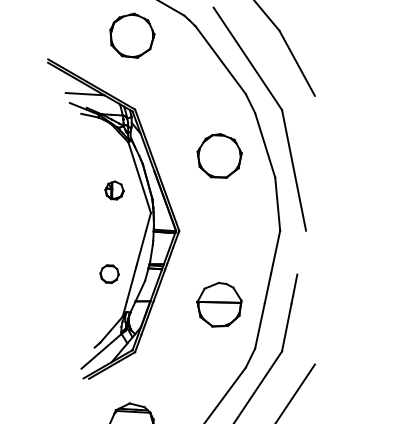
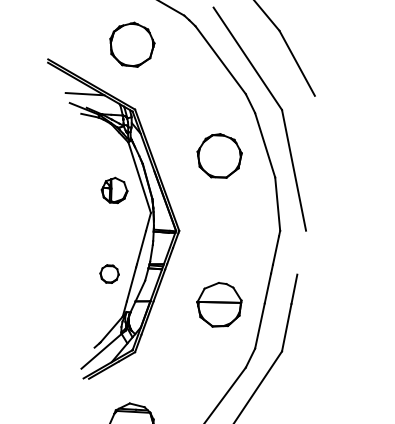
part at (132, 35) position: (132, 35) -> (132, 44)
part at (114, 190) size: 21x21 px -> 29x29 px
line at (295, 392): present -> none
